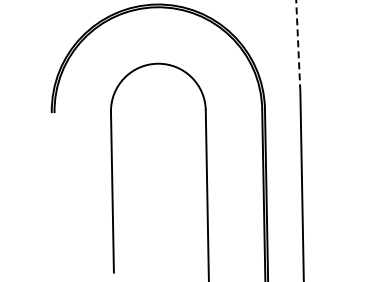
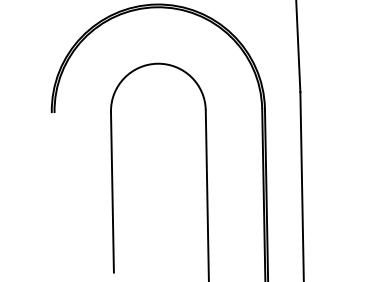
line at (298, 46): dashed -> solid
